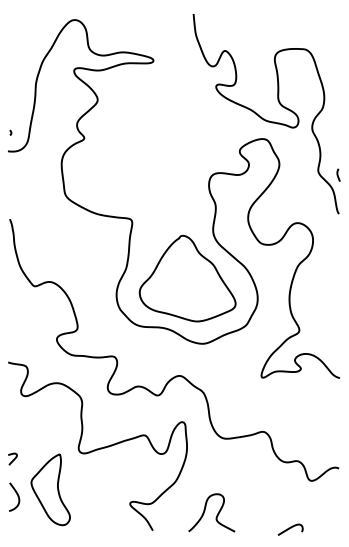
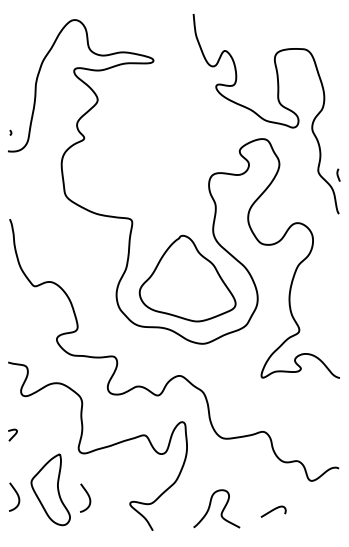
curve at (13, 458) position: (13, 458) -> (13, 434)
curve at (87, 495): none -> present
curve at (216, 515) position: (216, 515) -> (221, 511)
curve at (290, 528) position: (290, 528) -> (273, 510)
